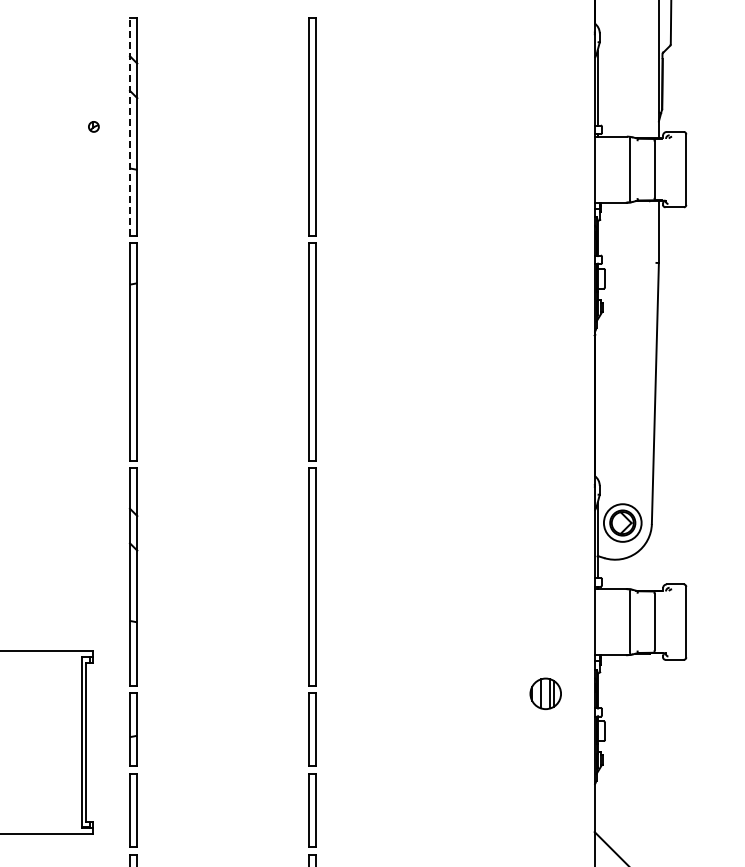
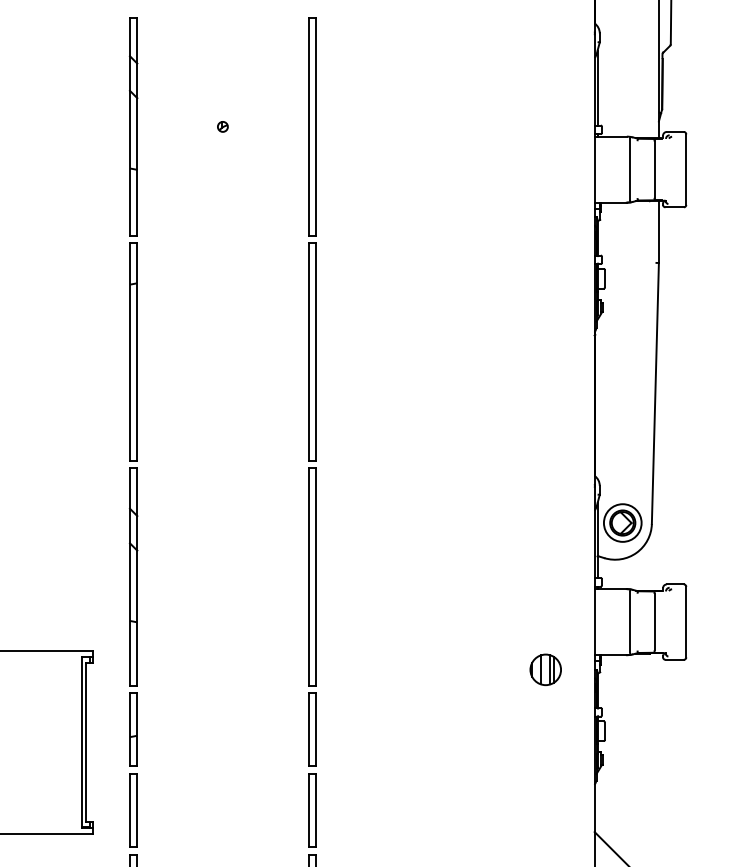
part at (93, 126) position: (93, 126) -> (222, 126)
line at (129, 126): dashed -> solid
part at (545, 693) position: (545, 693) -> (545, 669)
